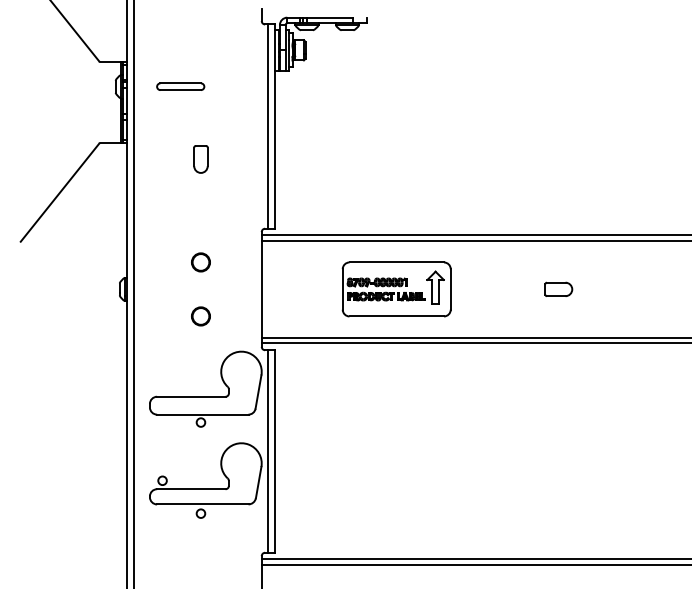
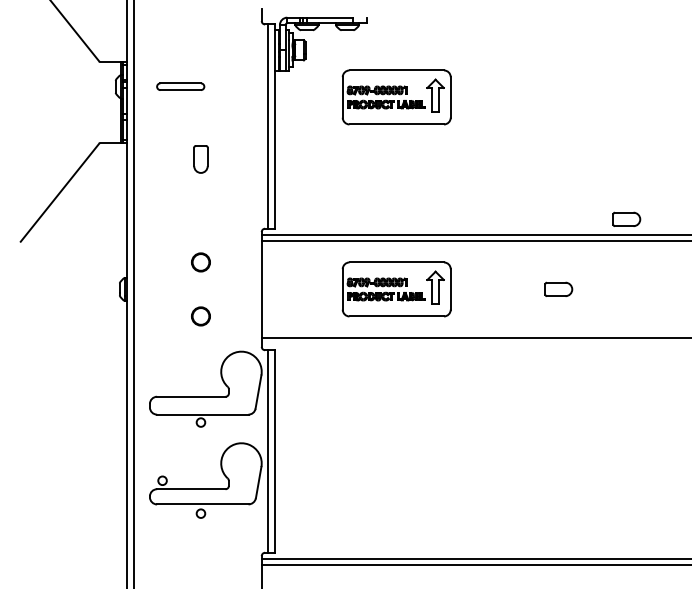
part at (396, 97): none -> present
part at (626, 218): none -> present
line at (474, 343): present -> none
